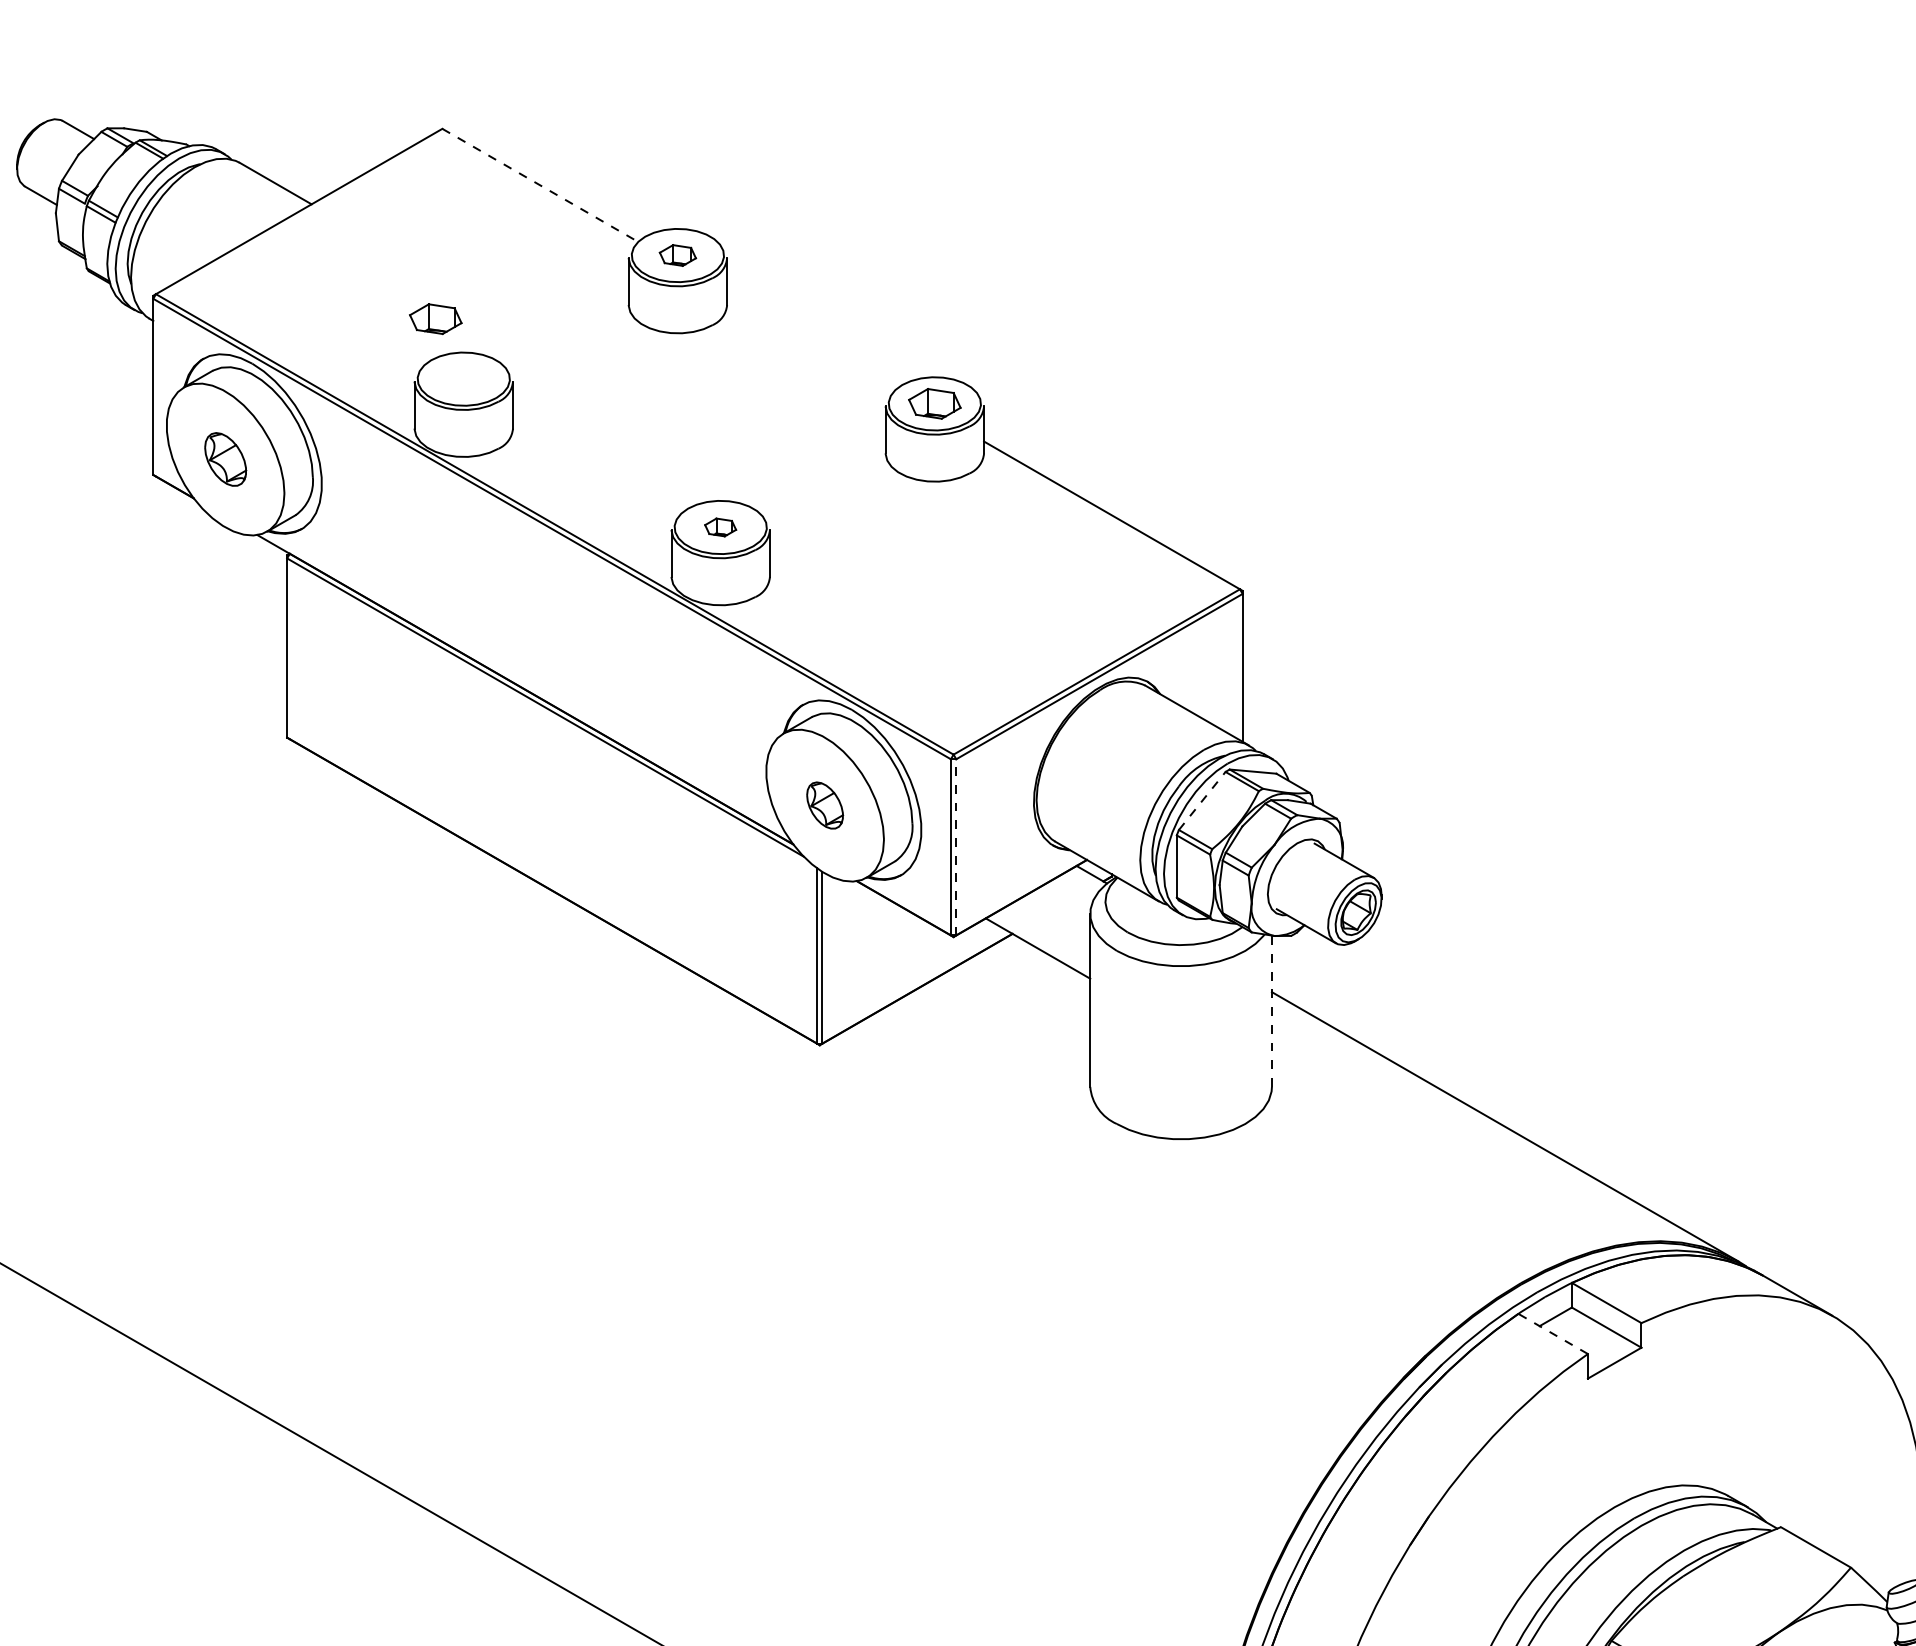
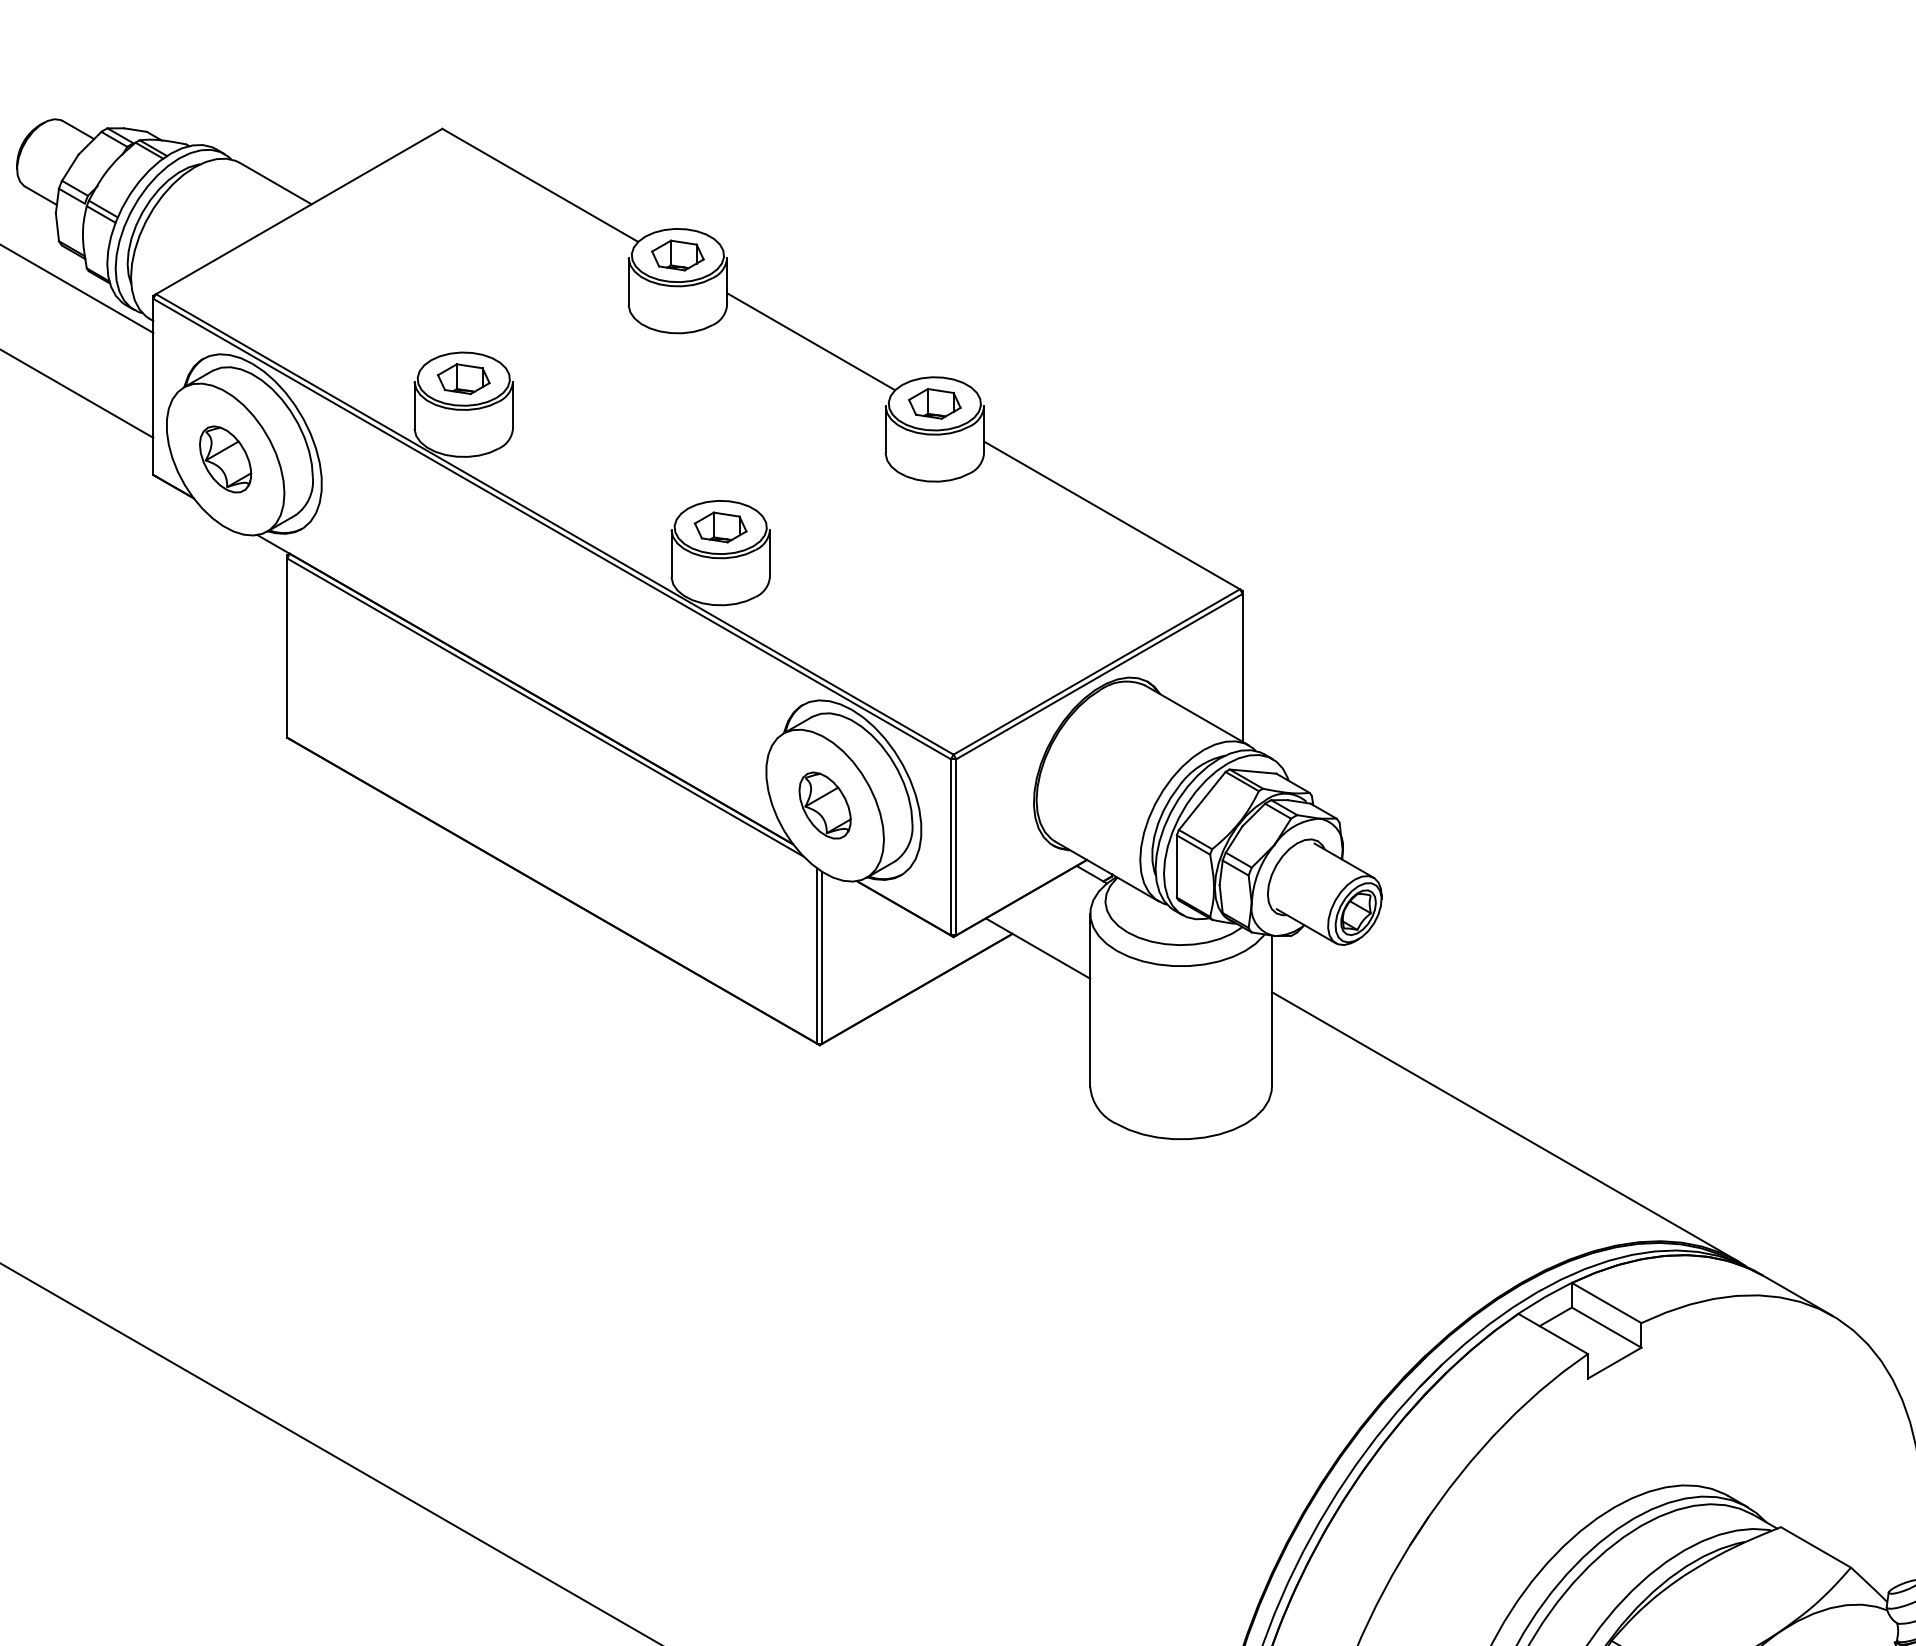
line at (540, 185): dashed -> solid
part at (677, 255) size: 40x23 px -> 54x33 px
line at (77, 288): none -> present
part at (435, 319) position: (435, 319) -> (463, 379)
line at (810, 341): none -> present
line at (77, 393): none -> present
part at (225, 459) size: 44x55 px -> 54x69 px
part at (720, 527) size: 34x21 px -> 55x33 px
line at (1202, 800): dashed -> solid
part at (825, 805) size: 39x49 px -> 54x69 px
line at (956, 846): dashed -> solid
line at (1271, 1011): dashed -> solid
line at (1552, 1333): dashed -> solid
